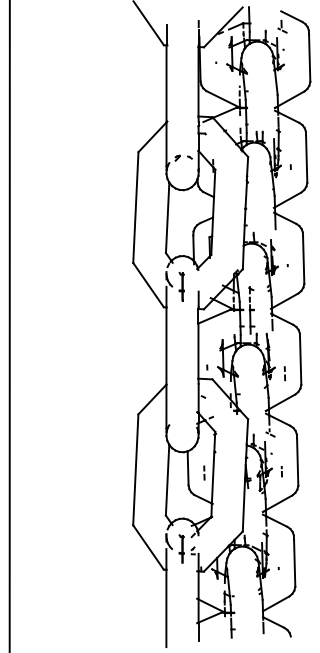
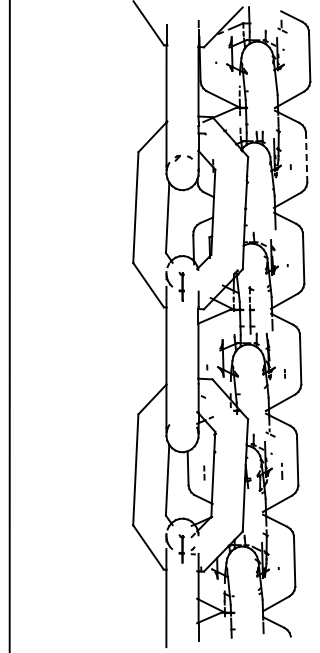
line at (306, 159): solid -> dashed
part at (284, 373) size: 4x16 px -> 2x10 px
part at (281, 471) size: 3x12 px -> 3x18 px
